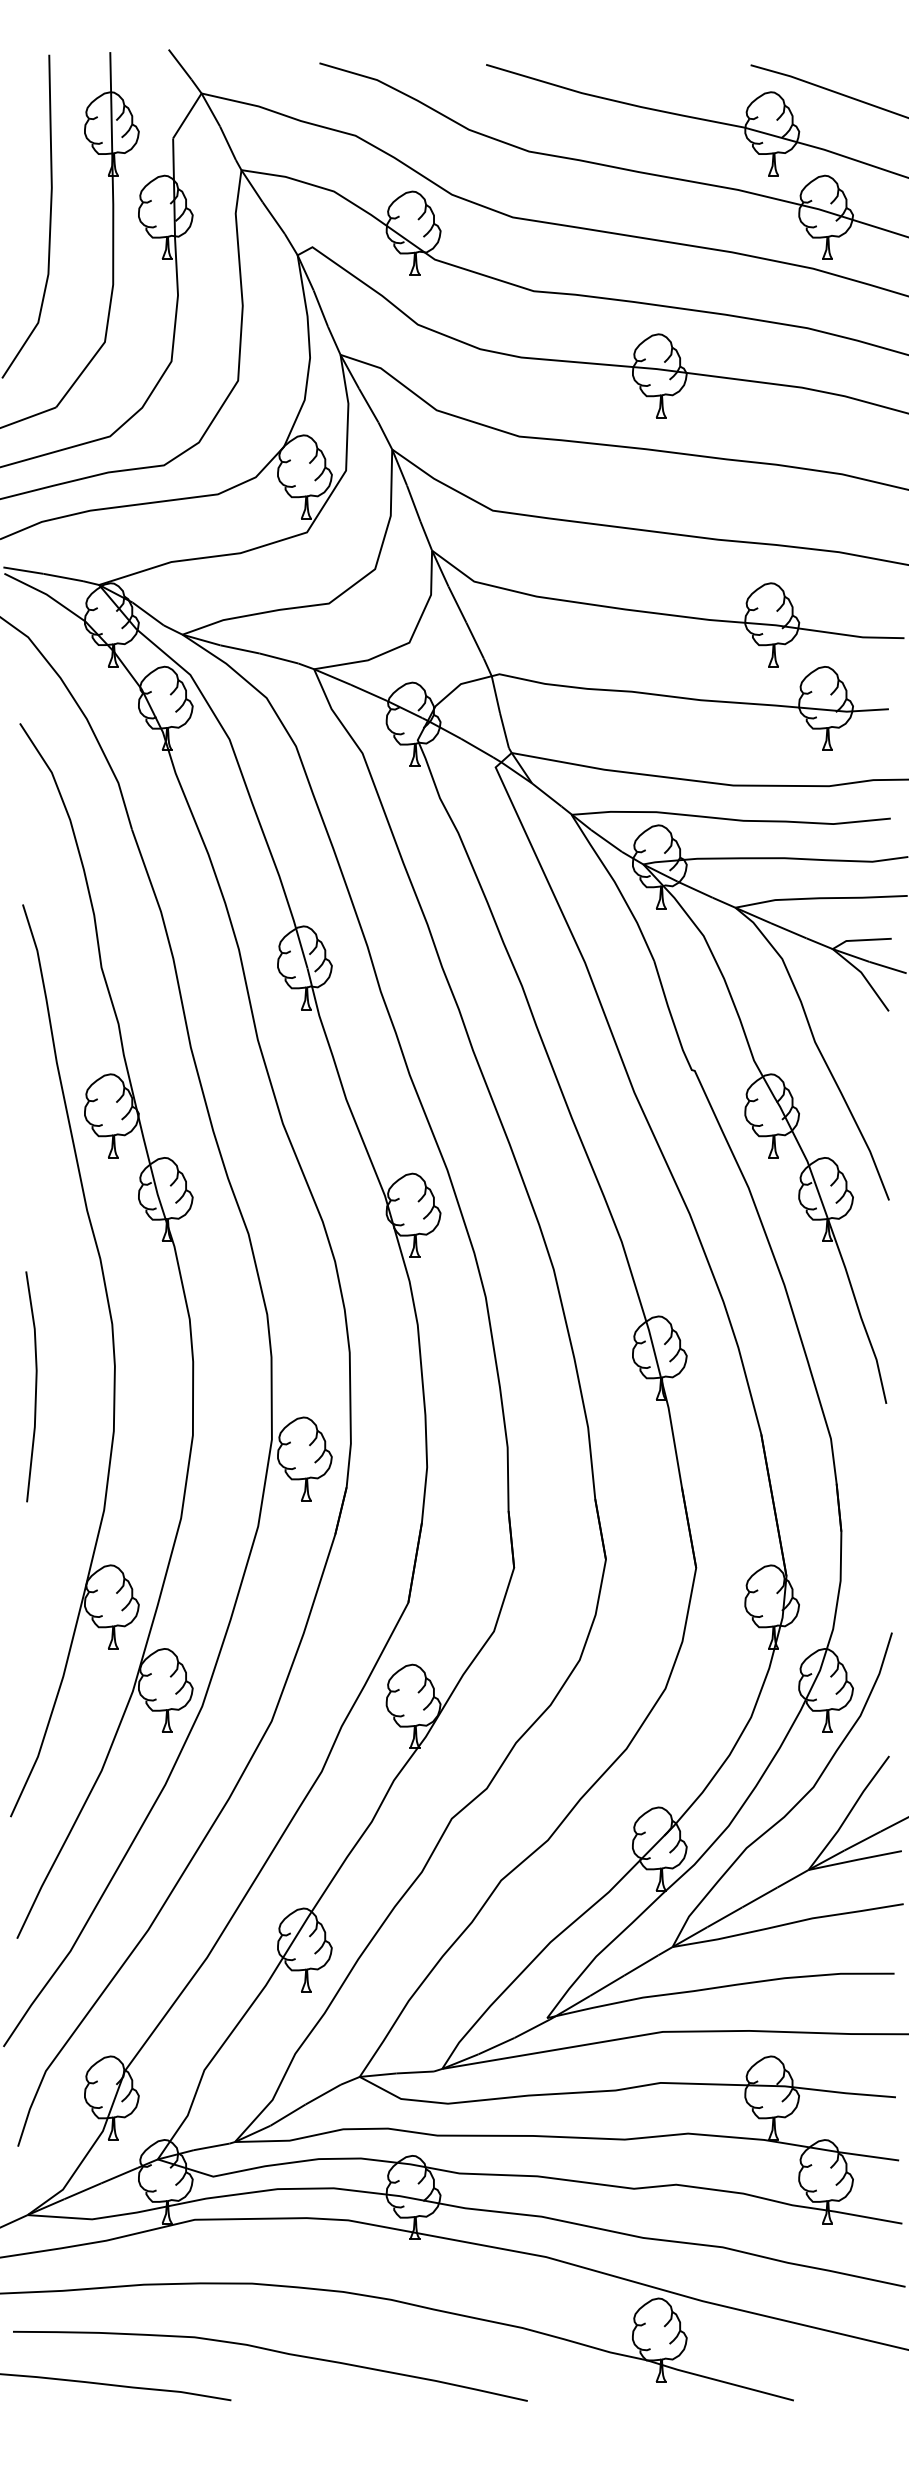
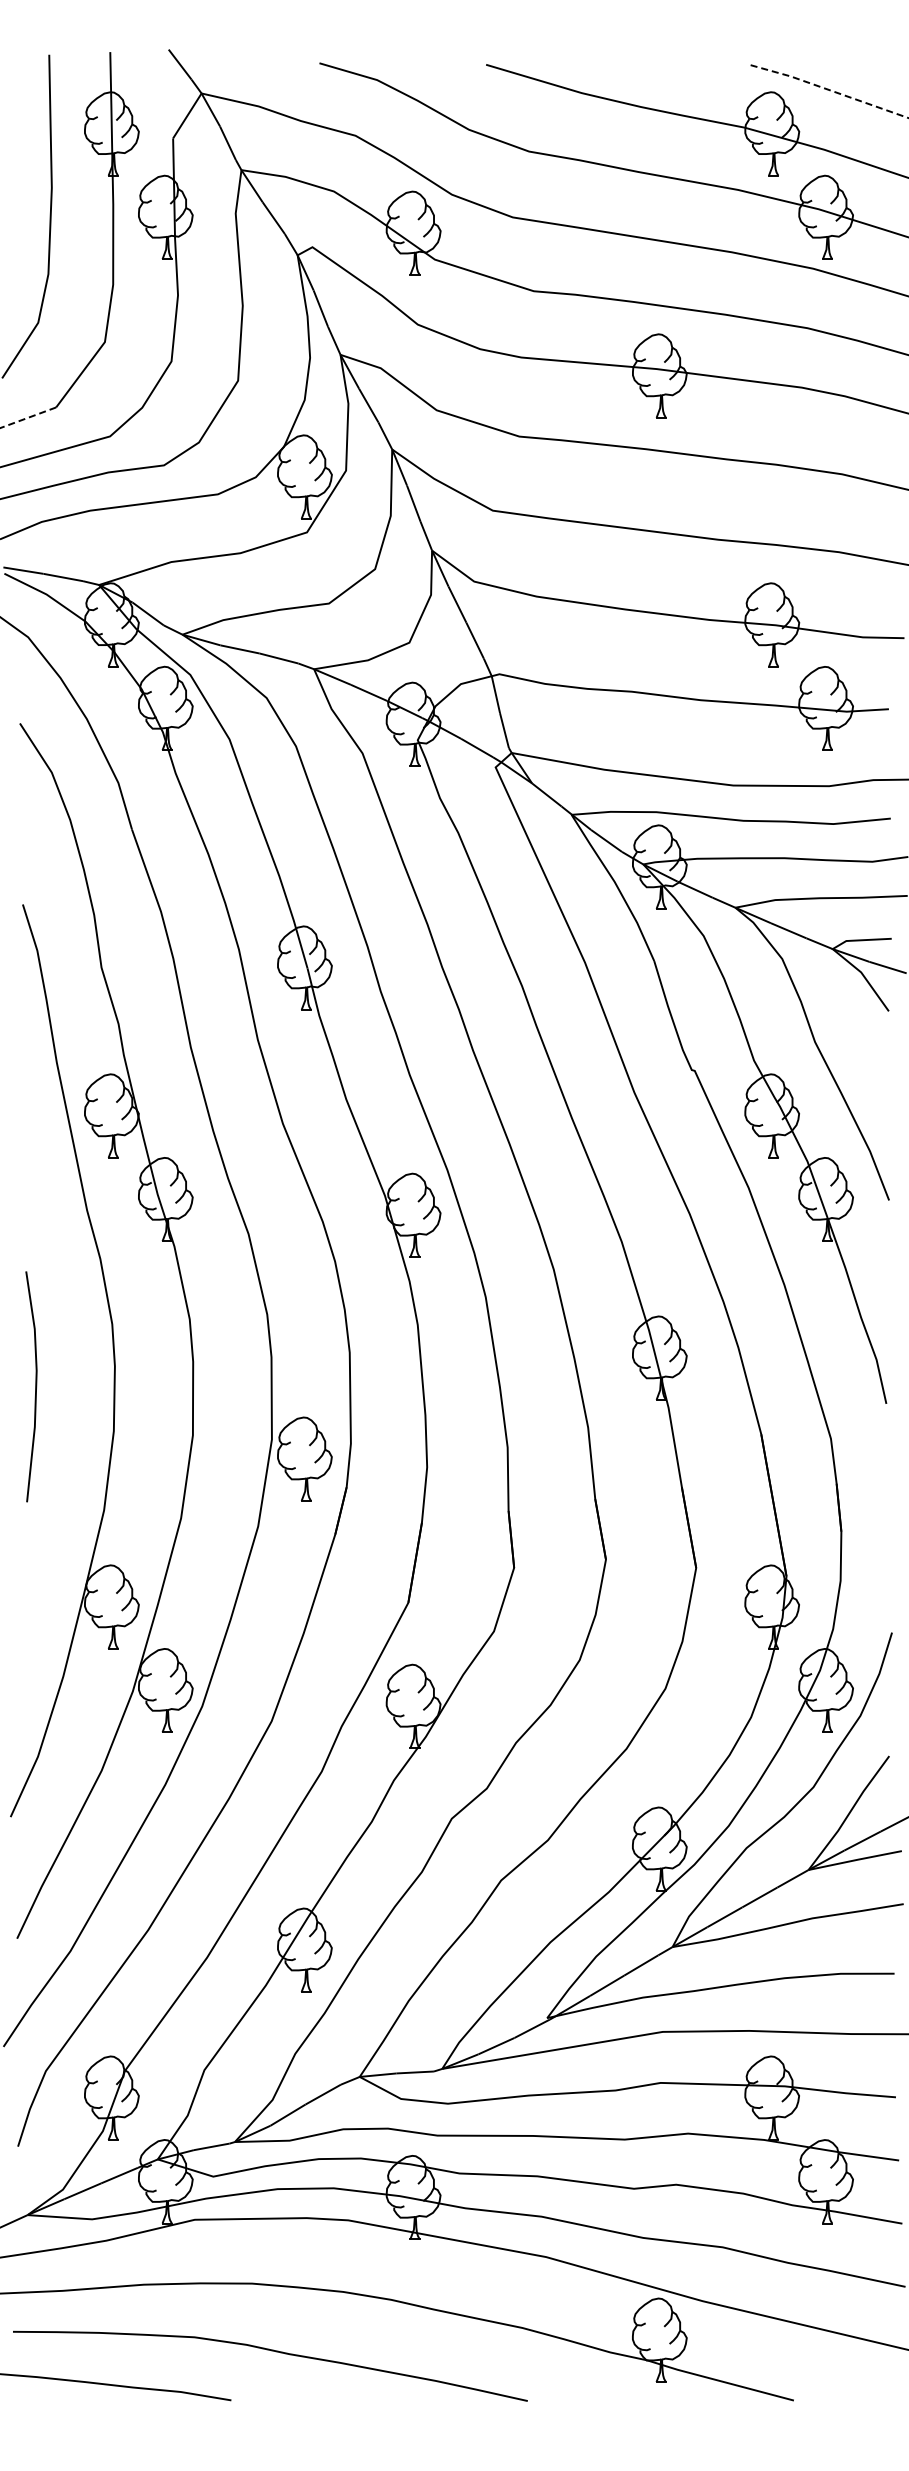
line at (830, 90): solid -> dashed
line at (28, 417): solid -> dashed
